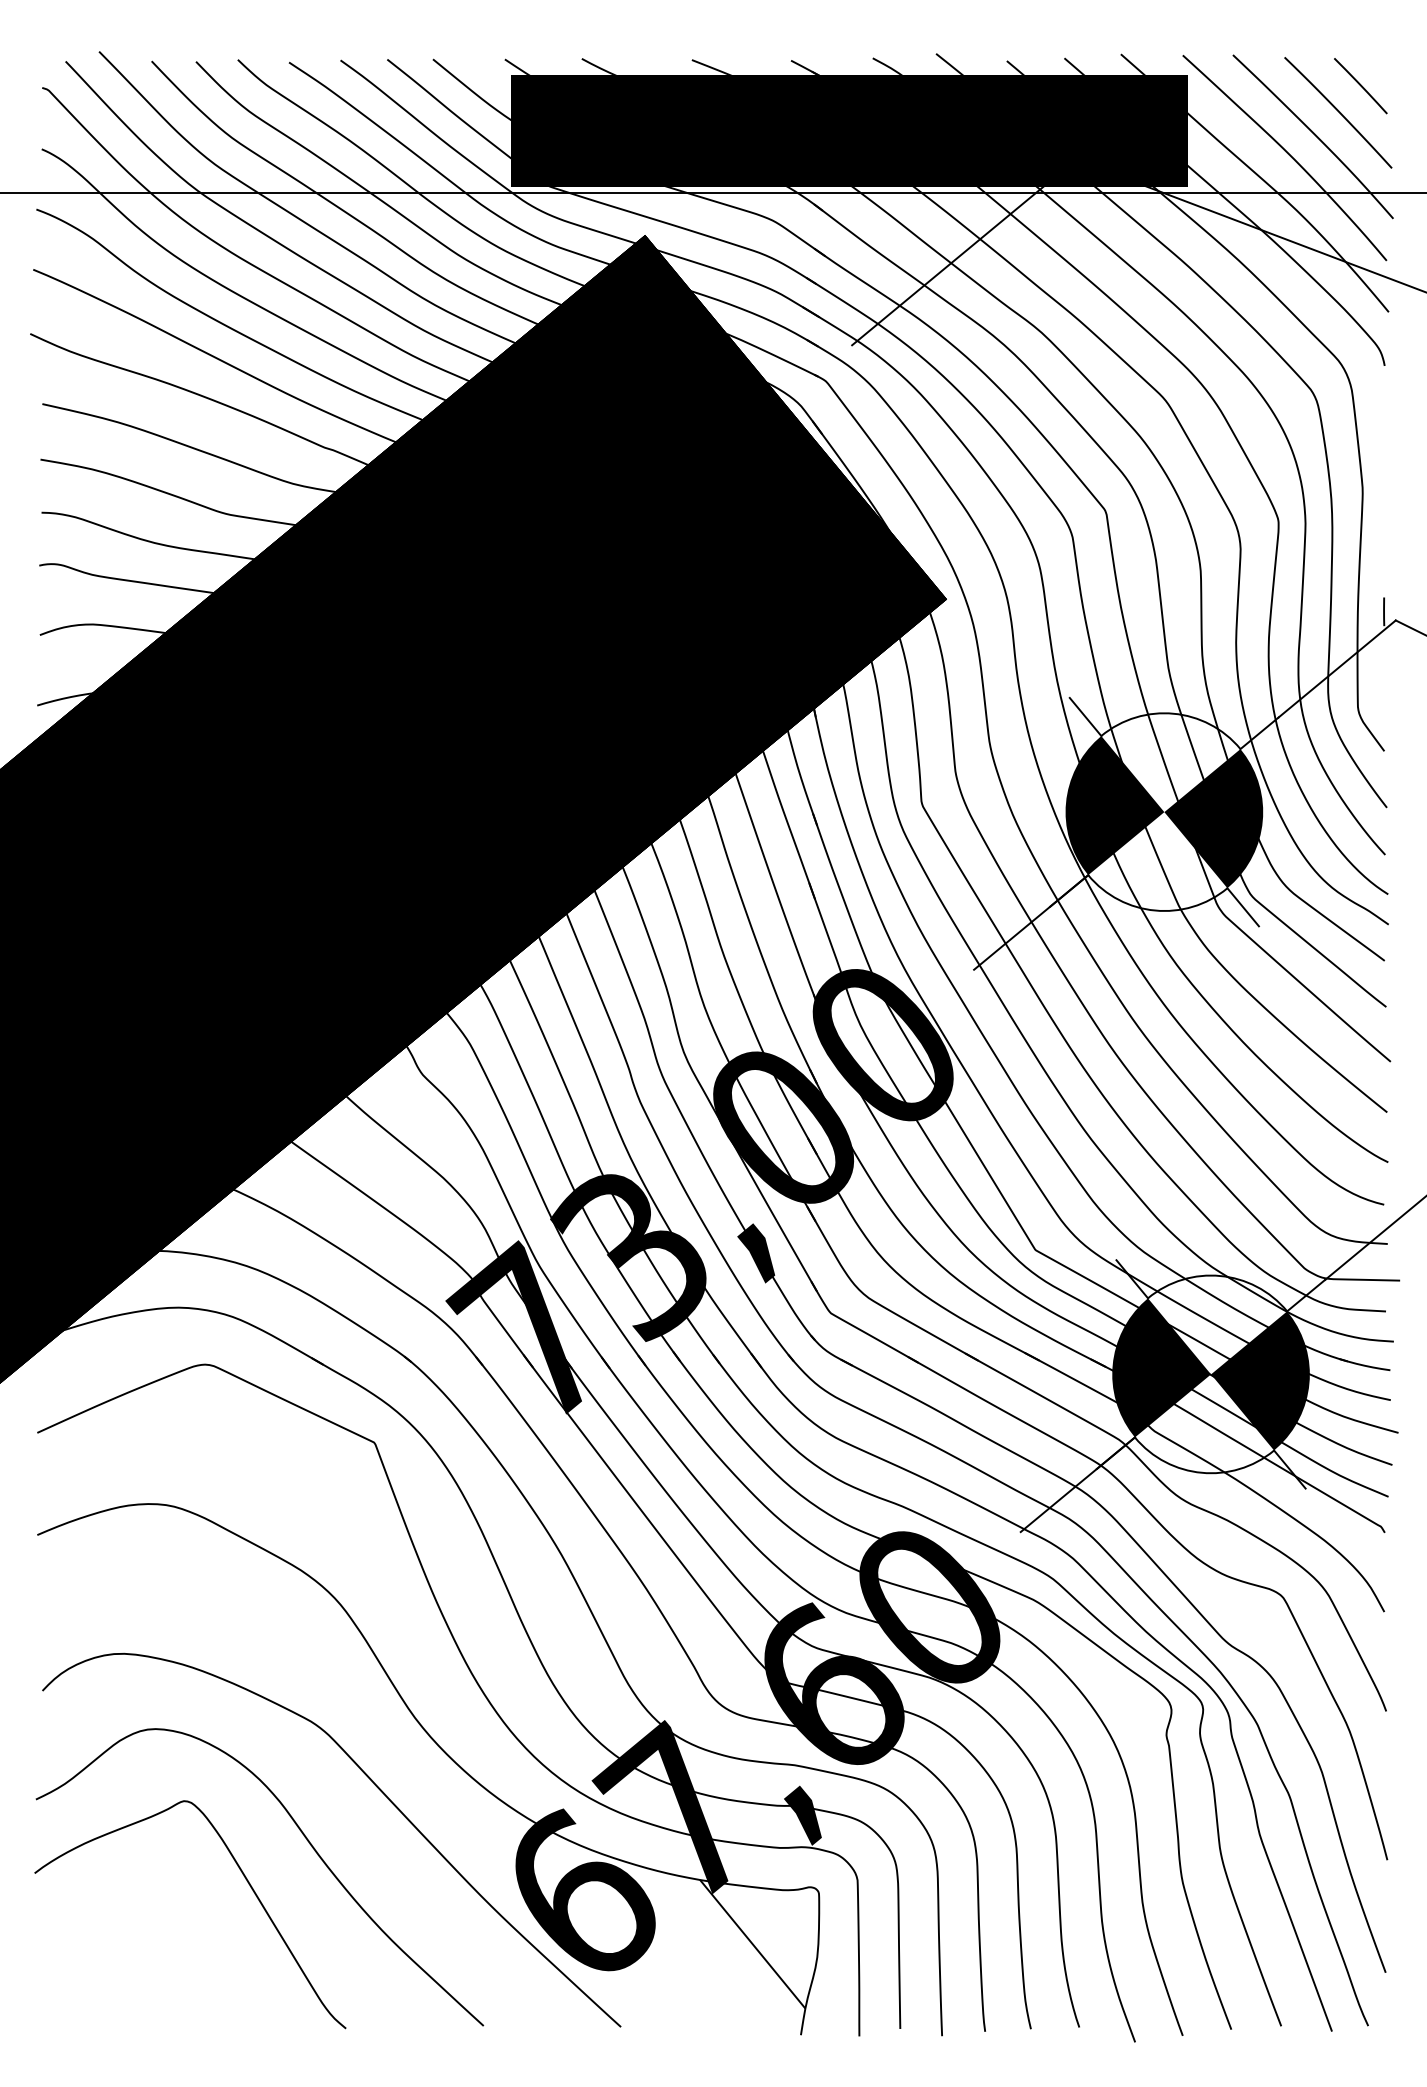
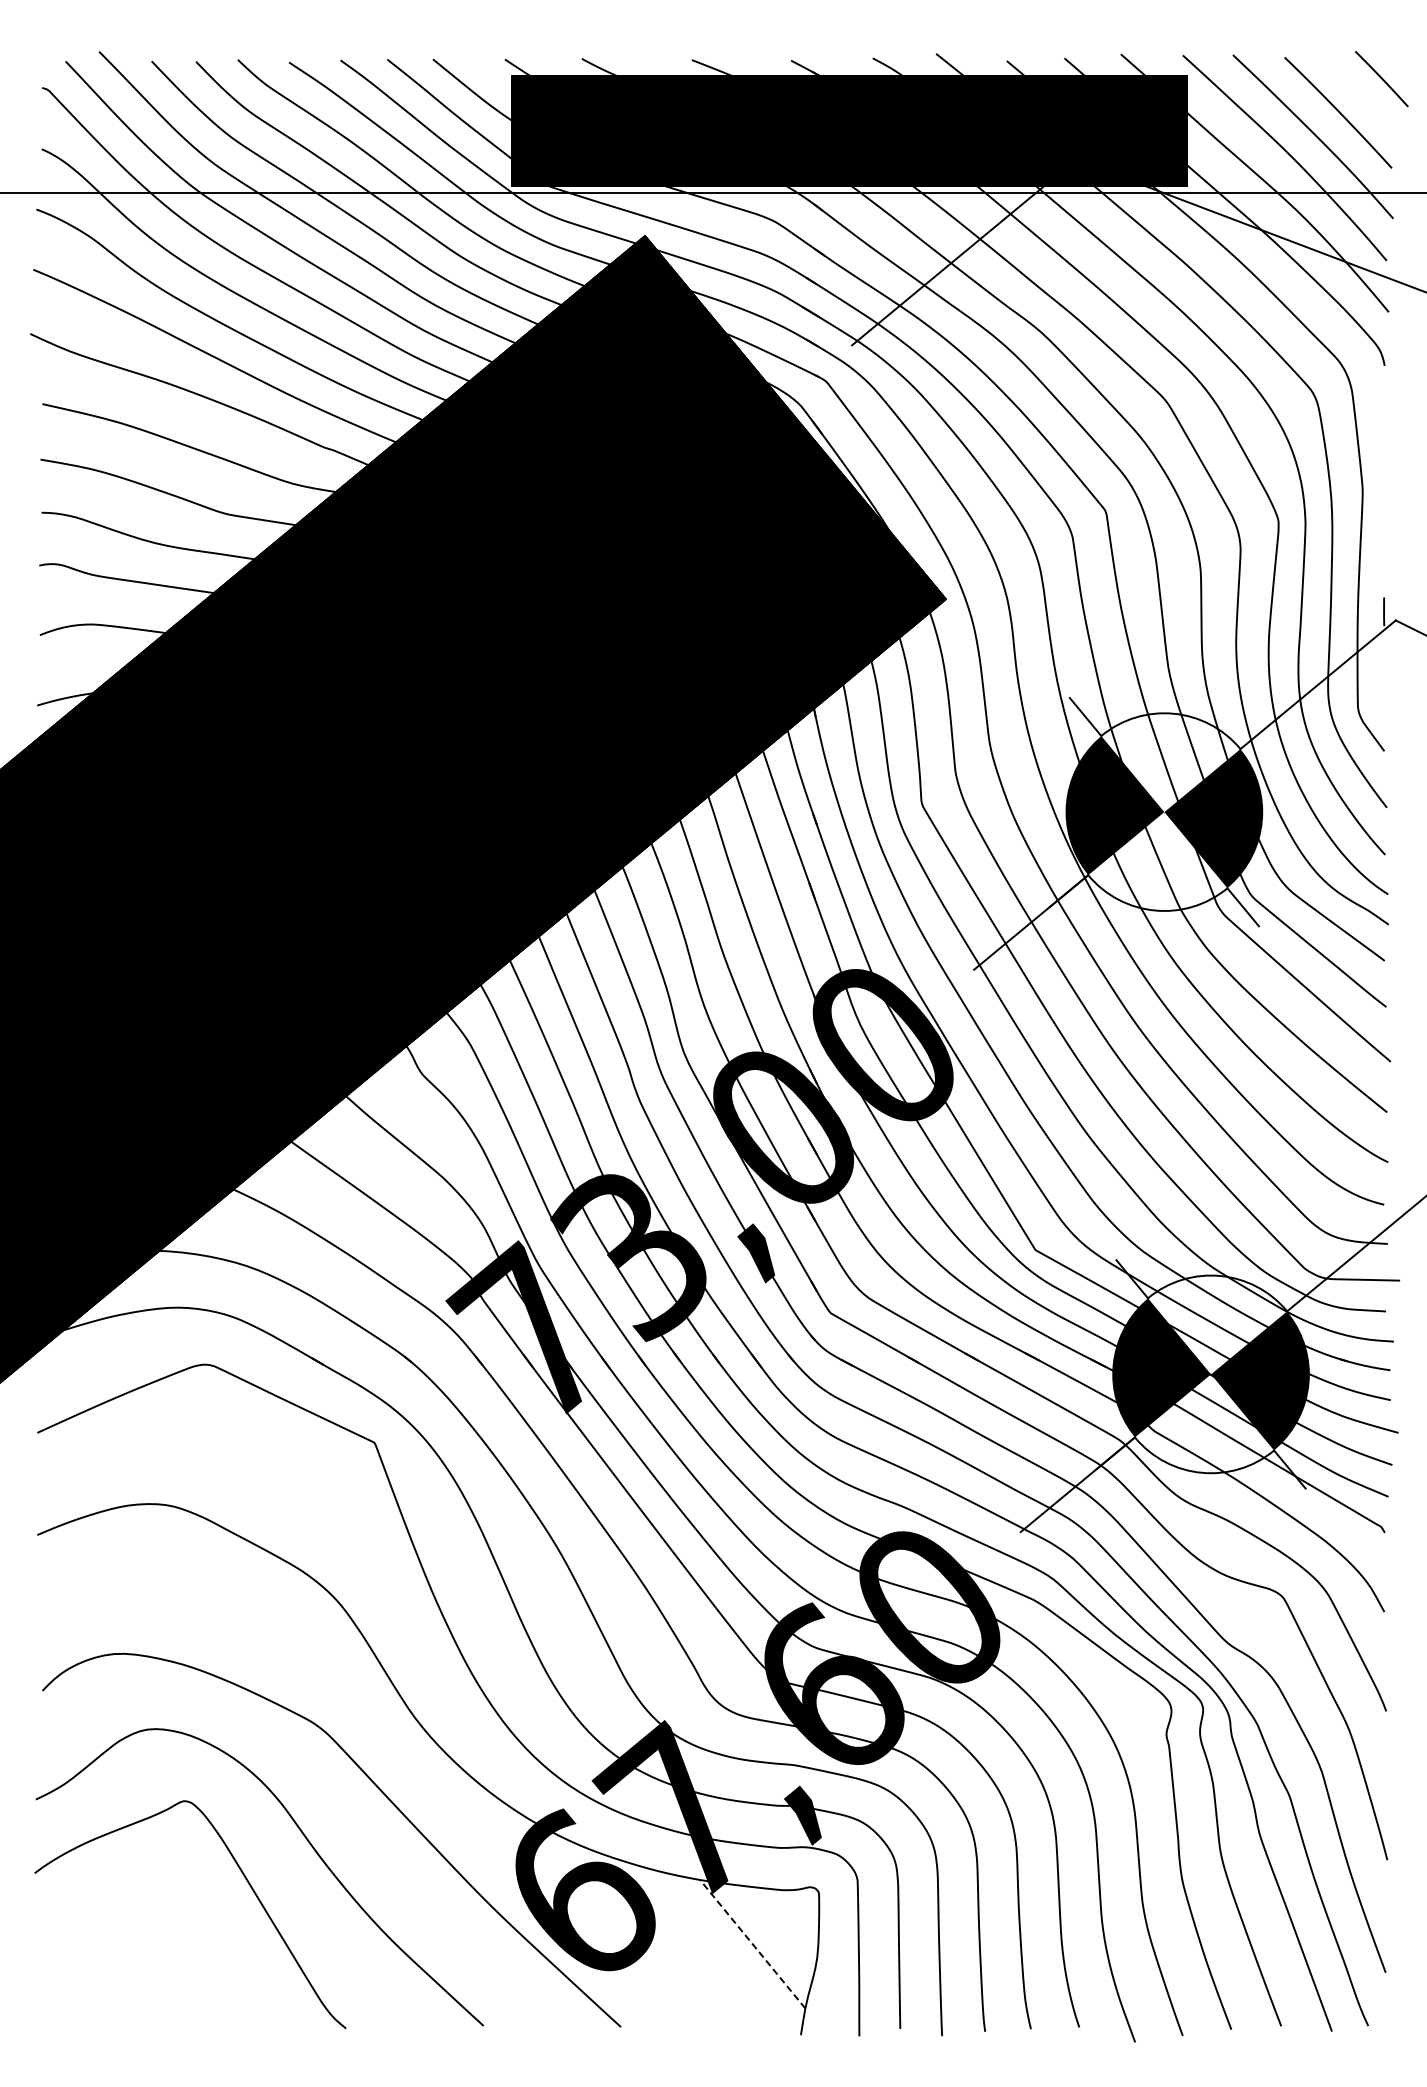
line at (1360, 86) position: (1360, 86) -> (1381, 79)
line at (752, 1943): solid -> dashed
